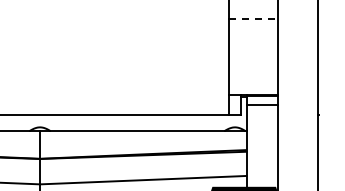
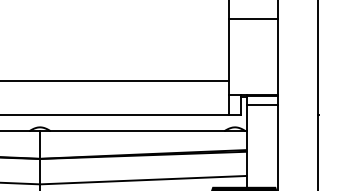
line at (254, 19): dashed -> solid
line at (115, 81): none -> present
